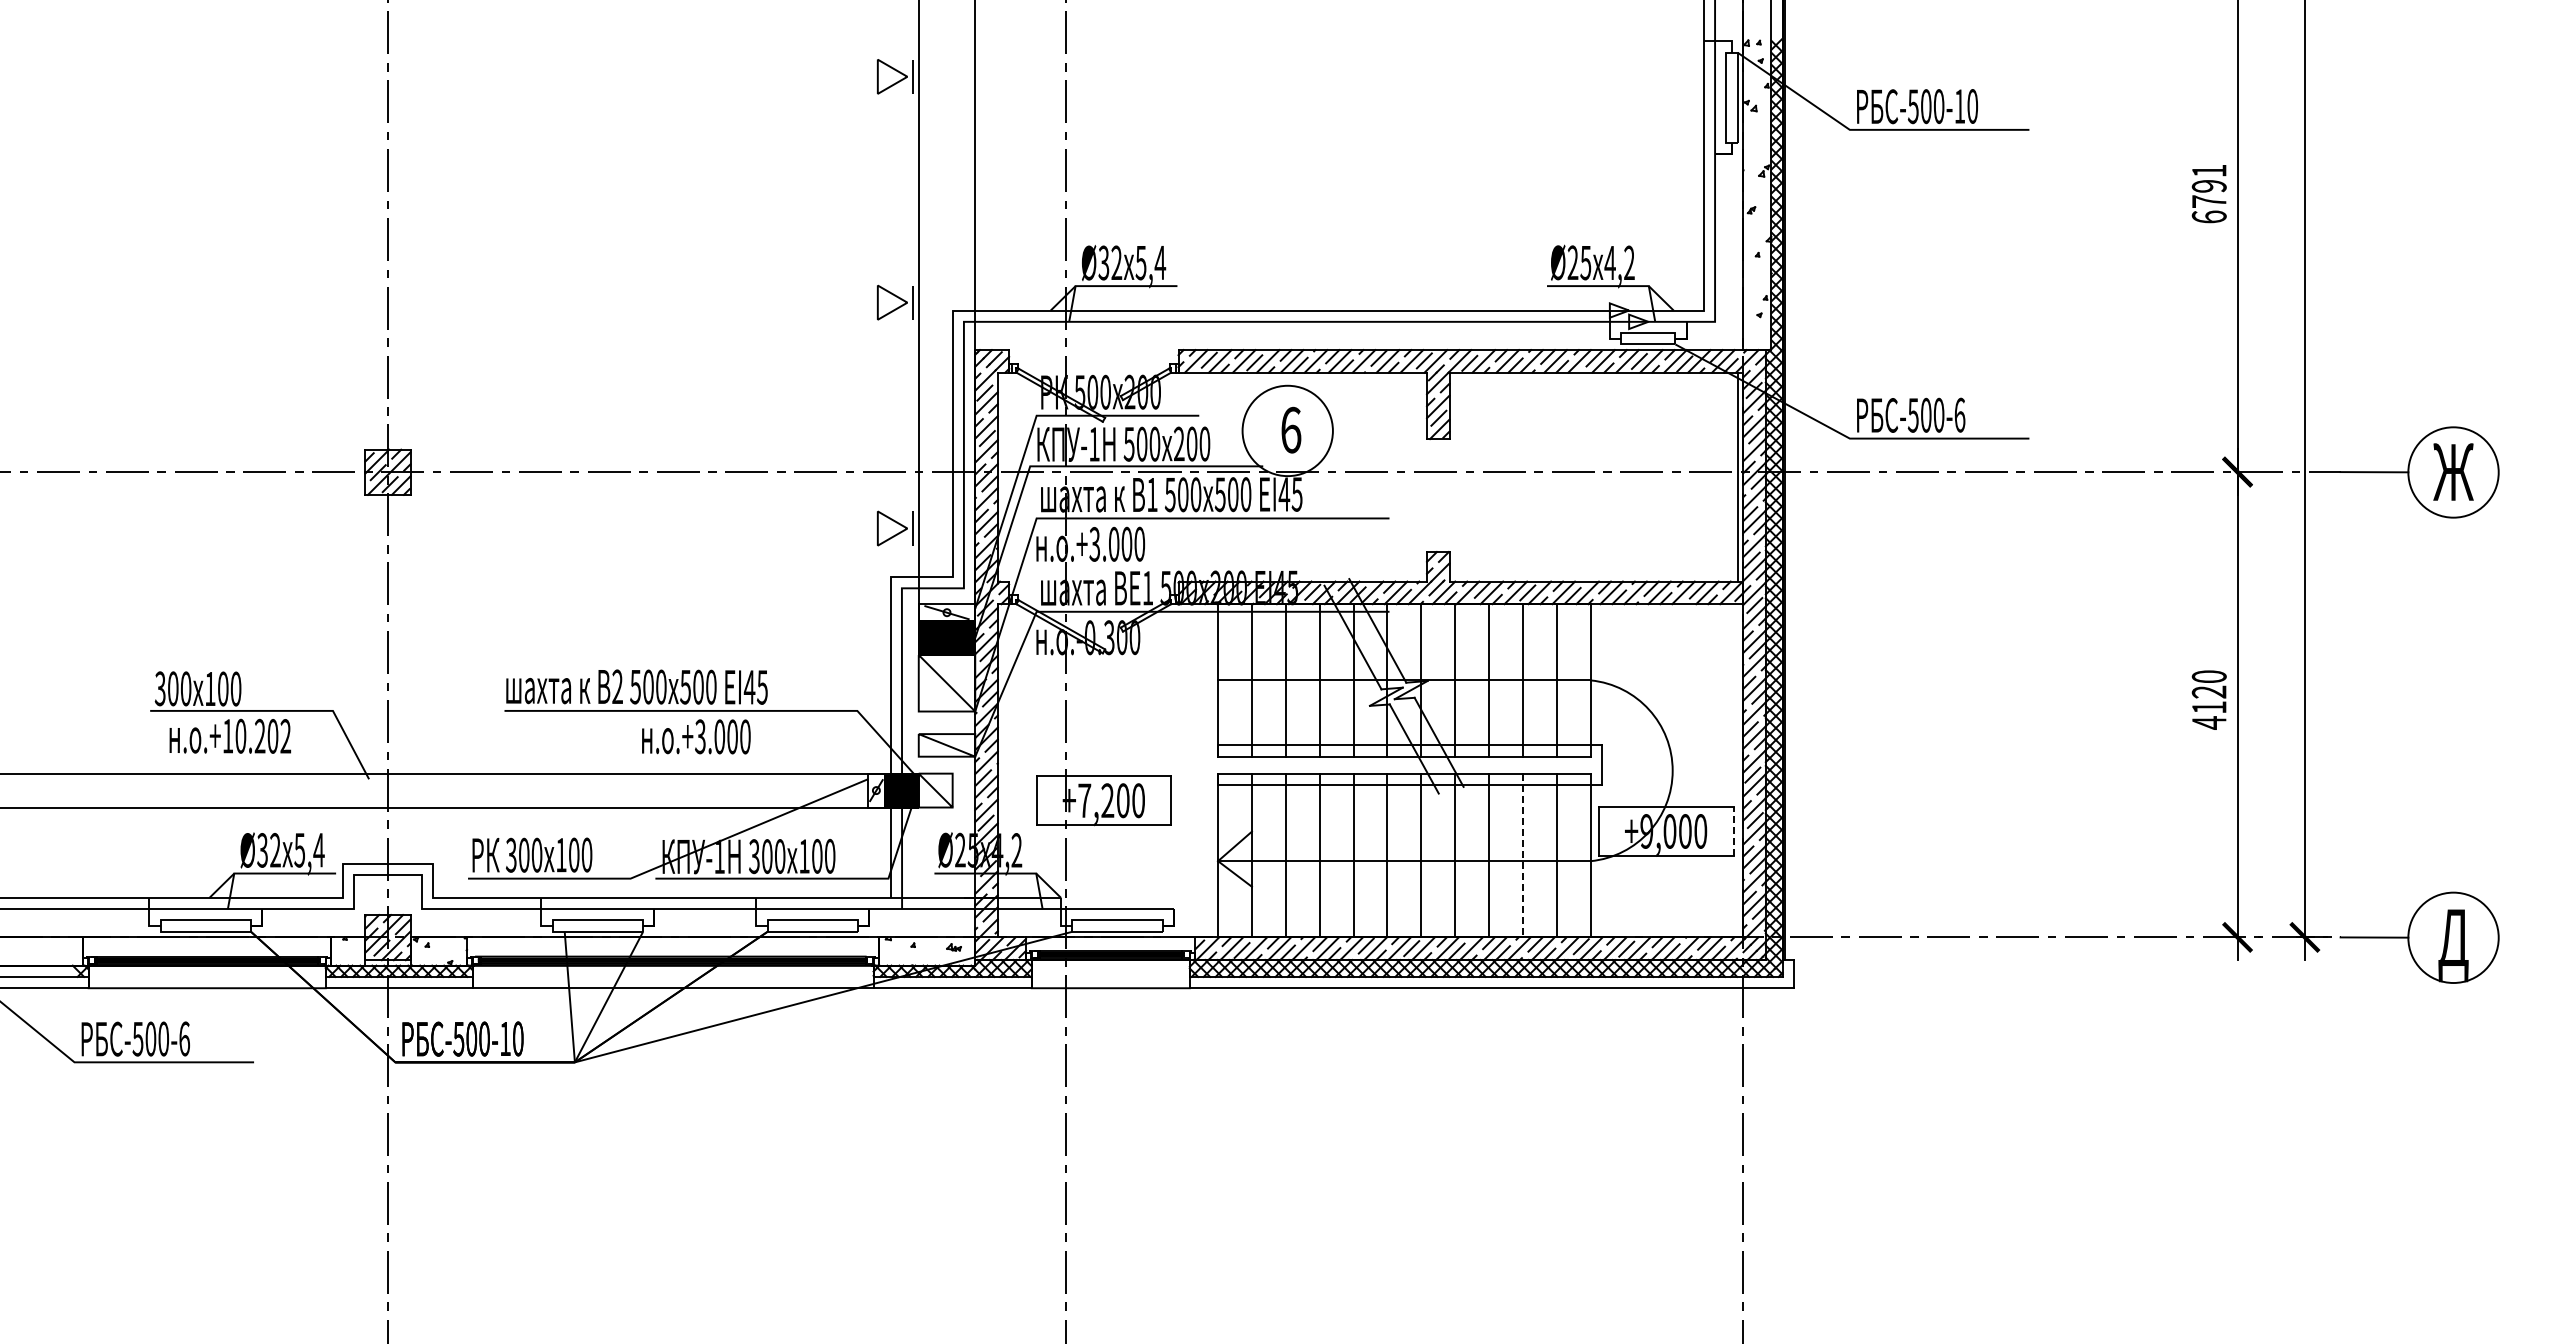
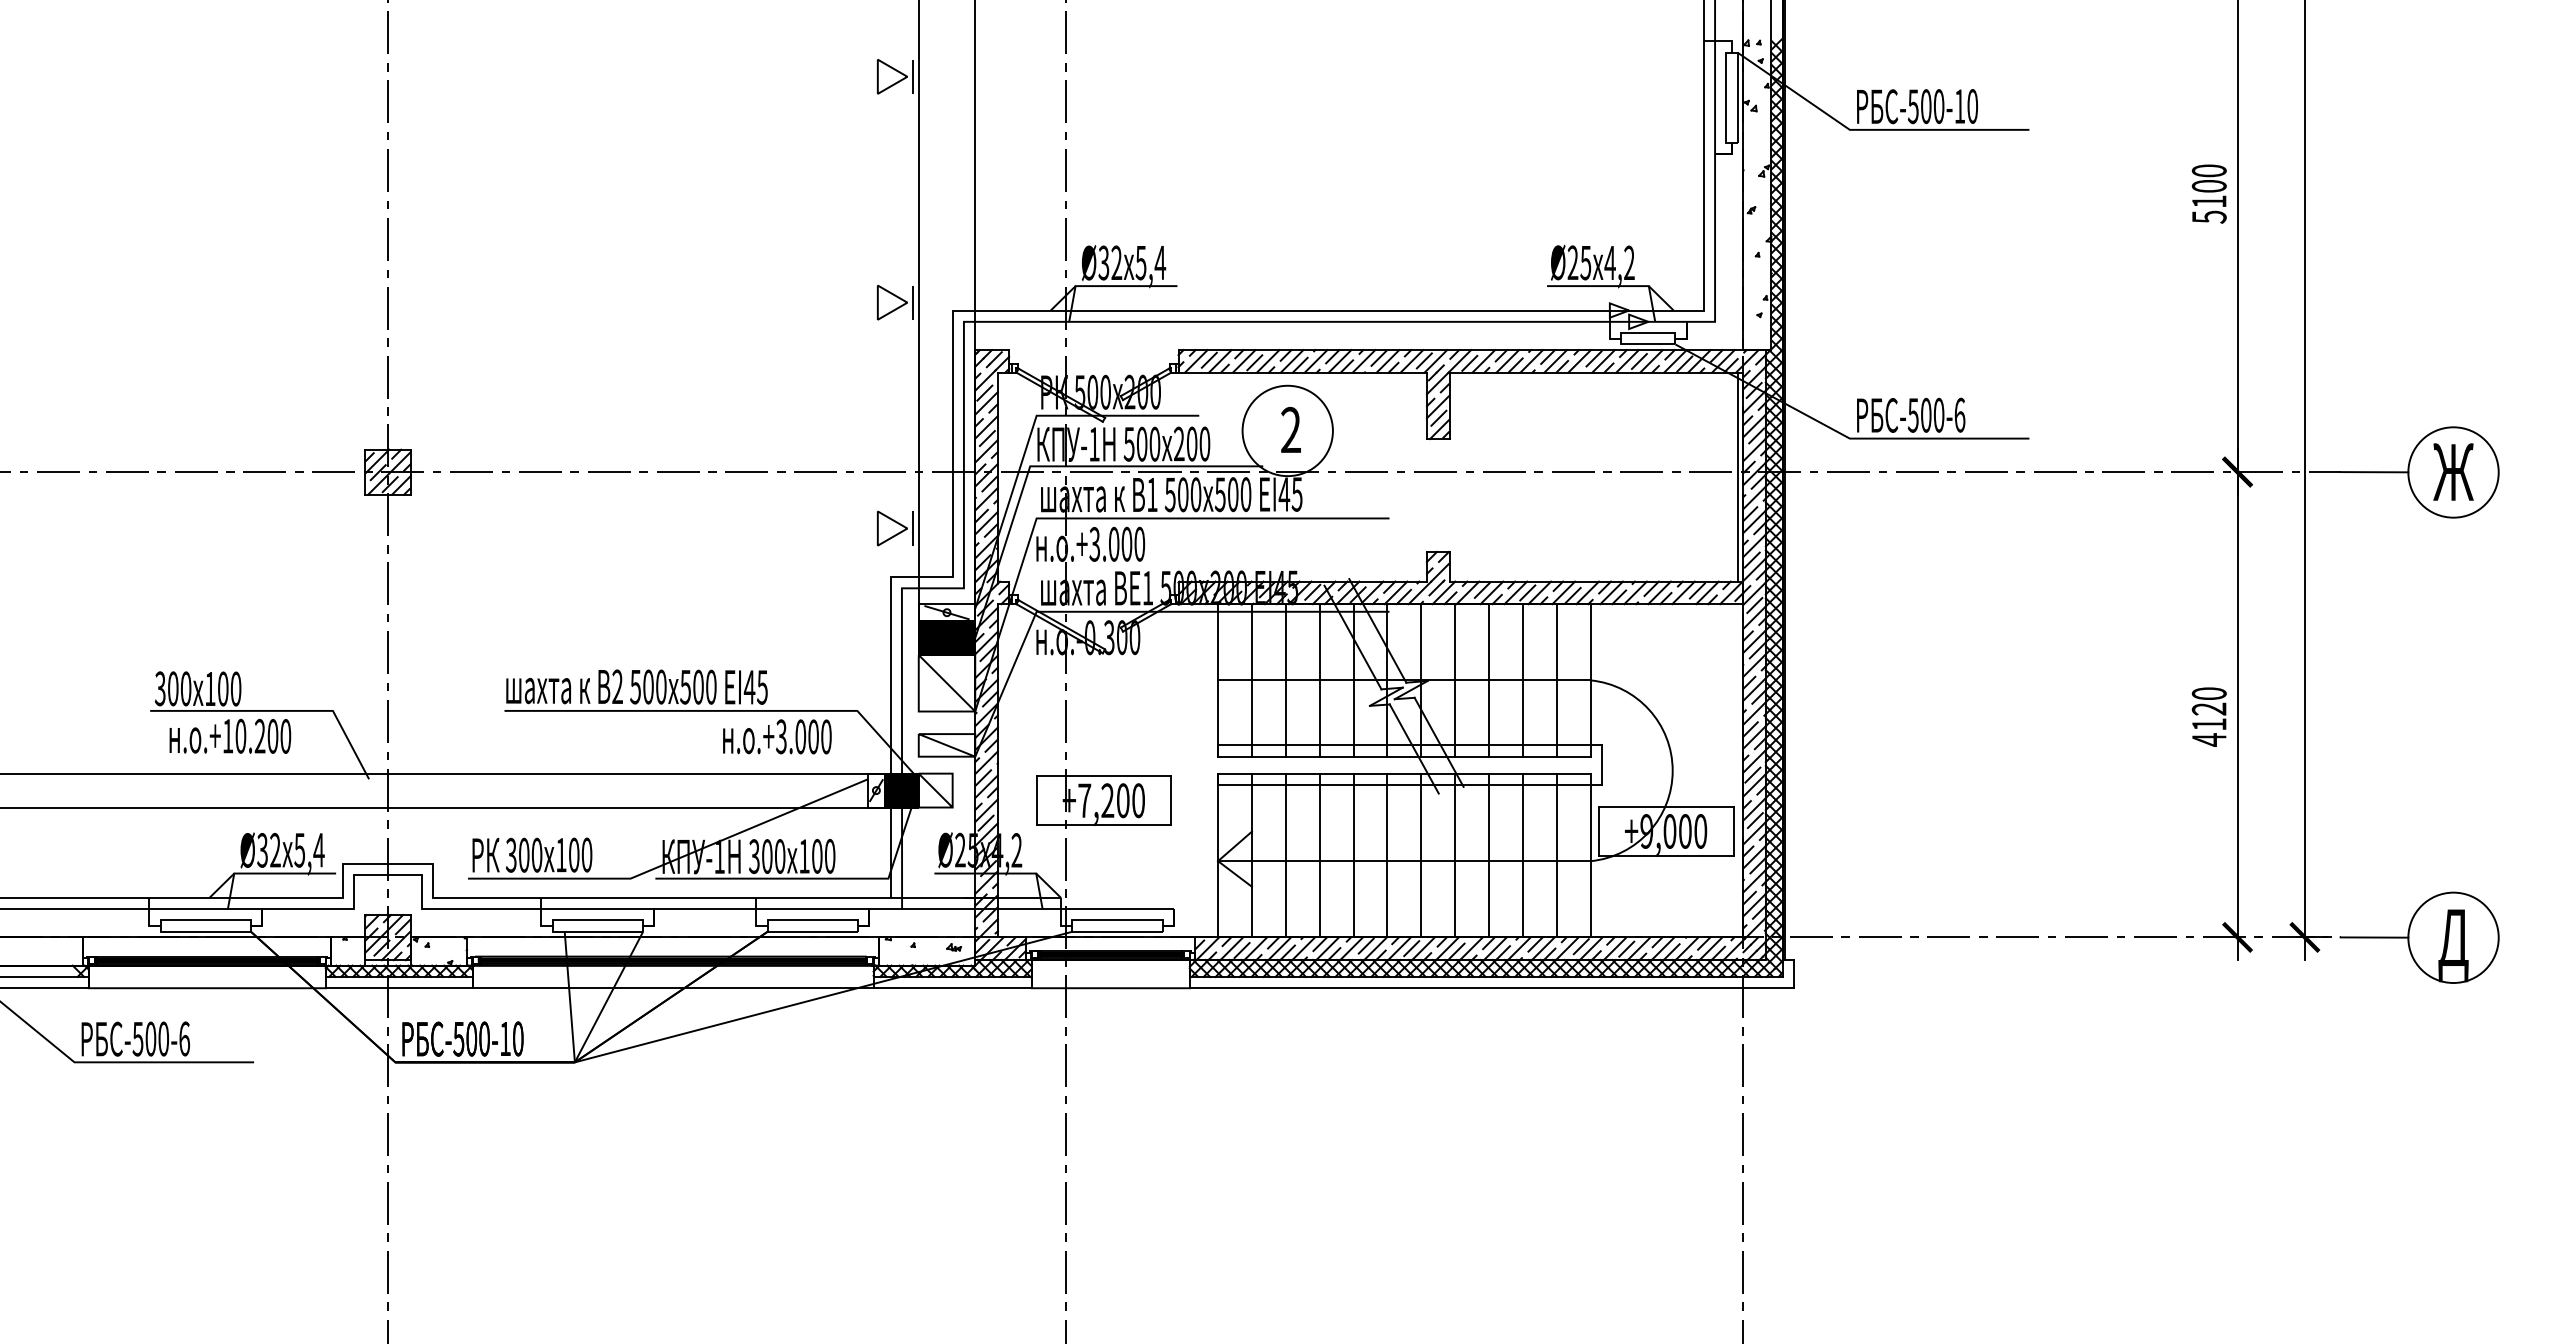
text at (2208, 193): 6791 -> 5100
text at (1291, 429): 6 -> 2
text at (2208, 699) position: (2208, 699) -> (2208, 716)
text at (285, 736): .+10.202 -> .+10.200
text at (696, 736) position: (696, 736) -> (777, 736)
line at (1733, 830): dashed -> solid
line at (1523, 855): dashed -> solid
